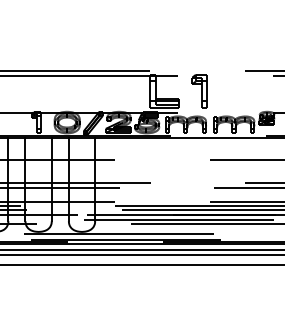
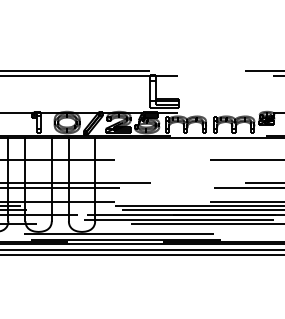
part at (199, 91): present -> none
line at (141, 264): present -> none
